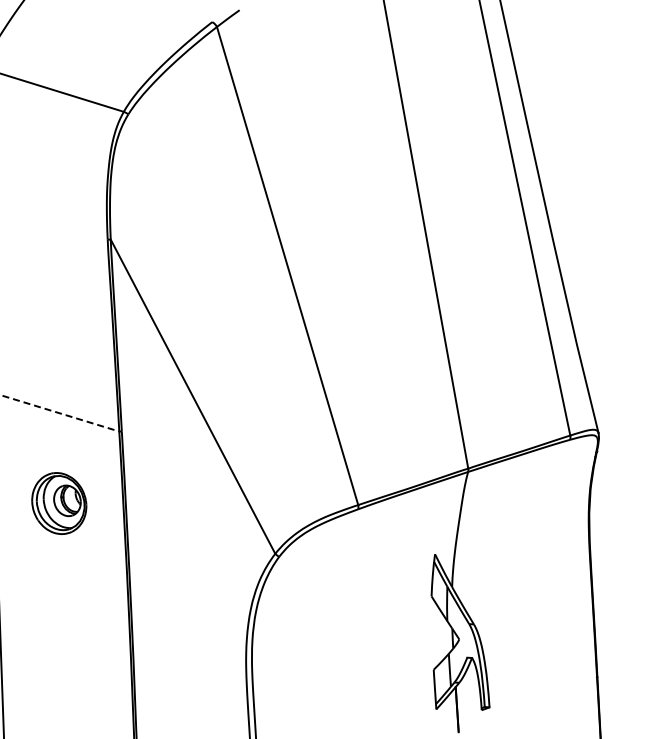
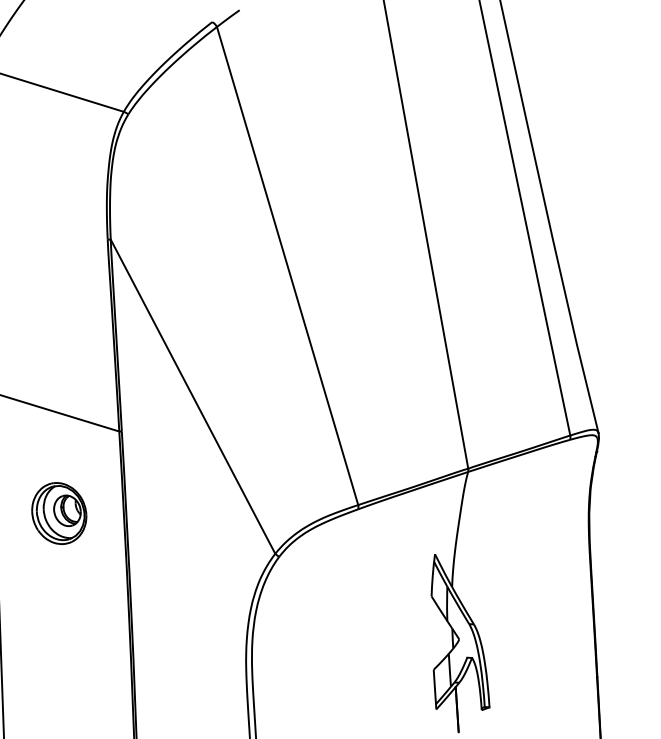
line at (60, 413): dashed -> solid
part at (59, 503) position: (59, 503) -> (59, 513)
